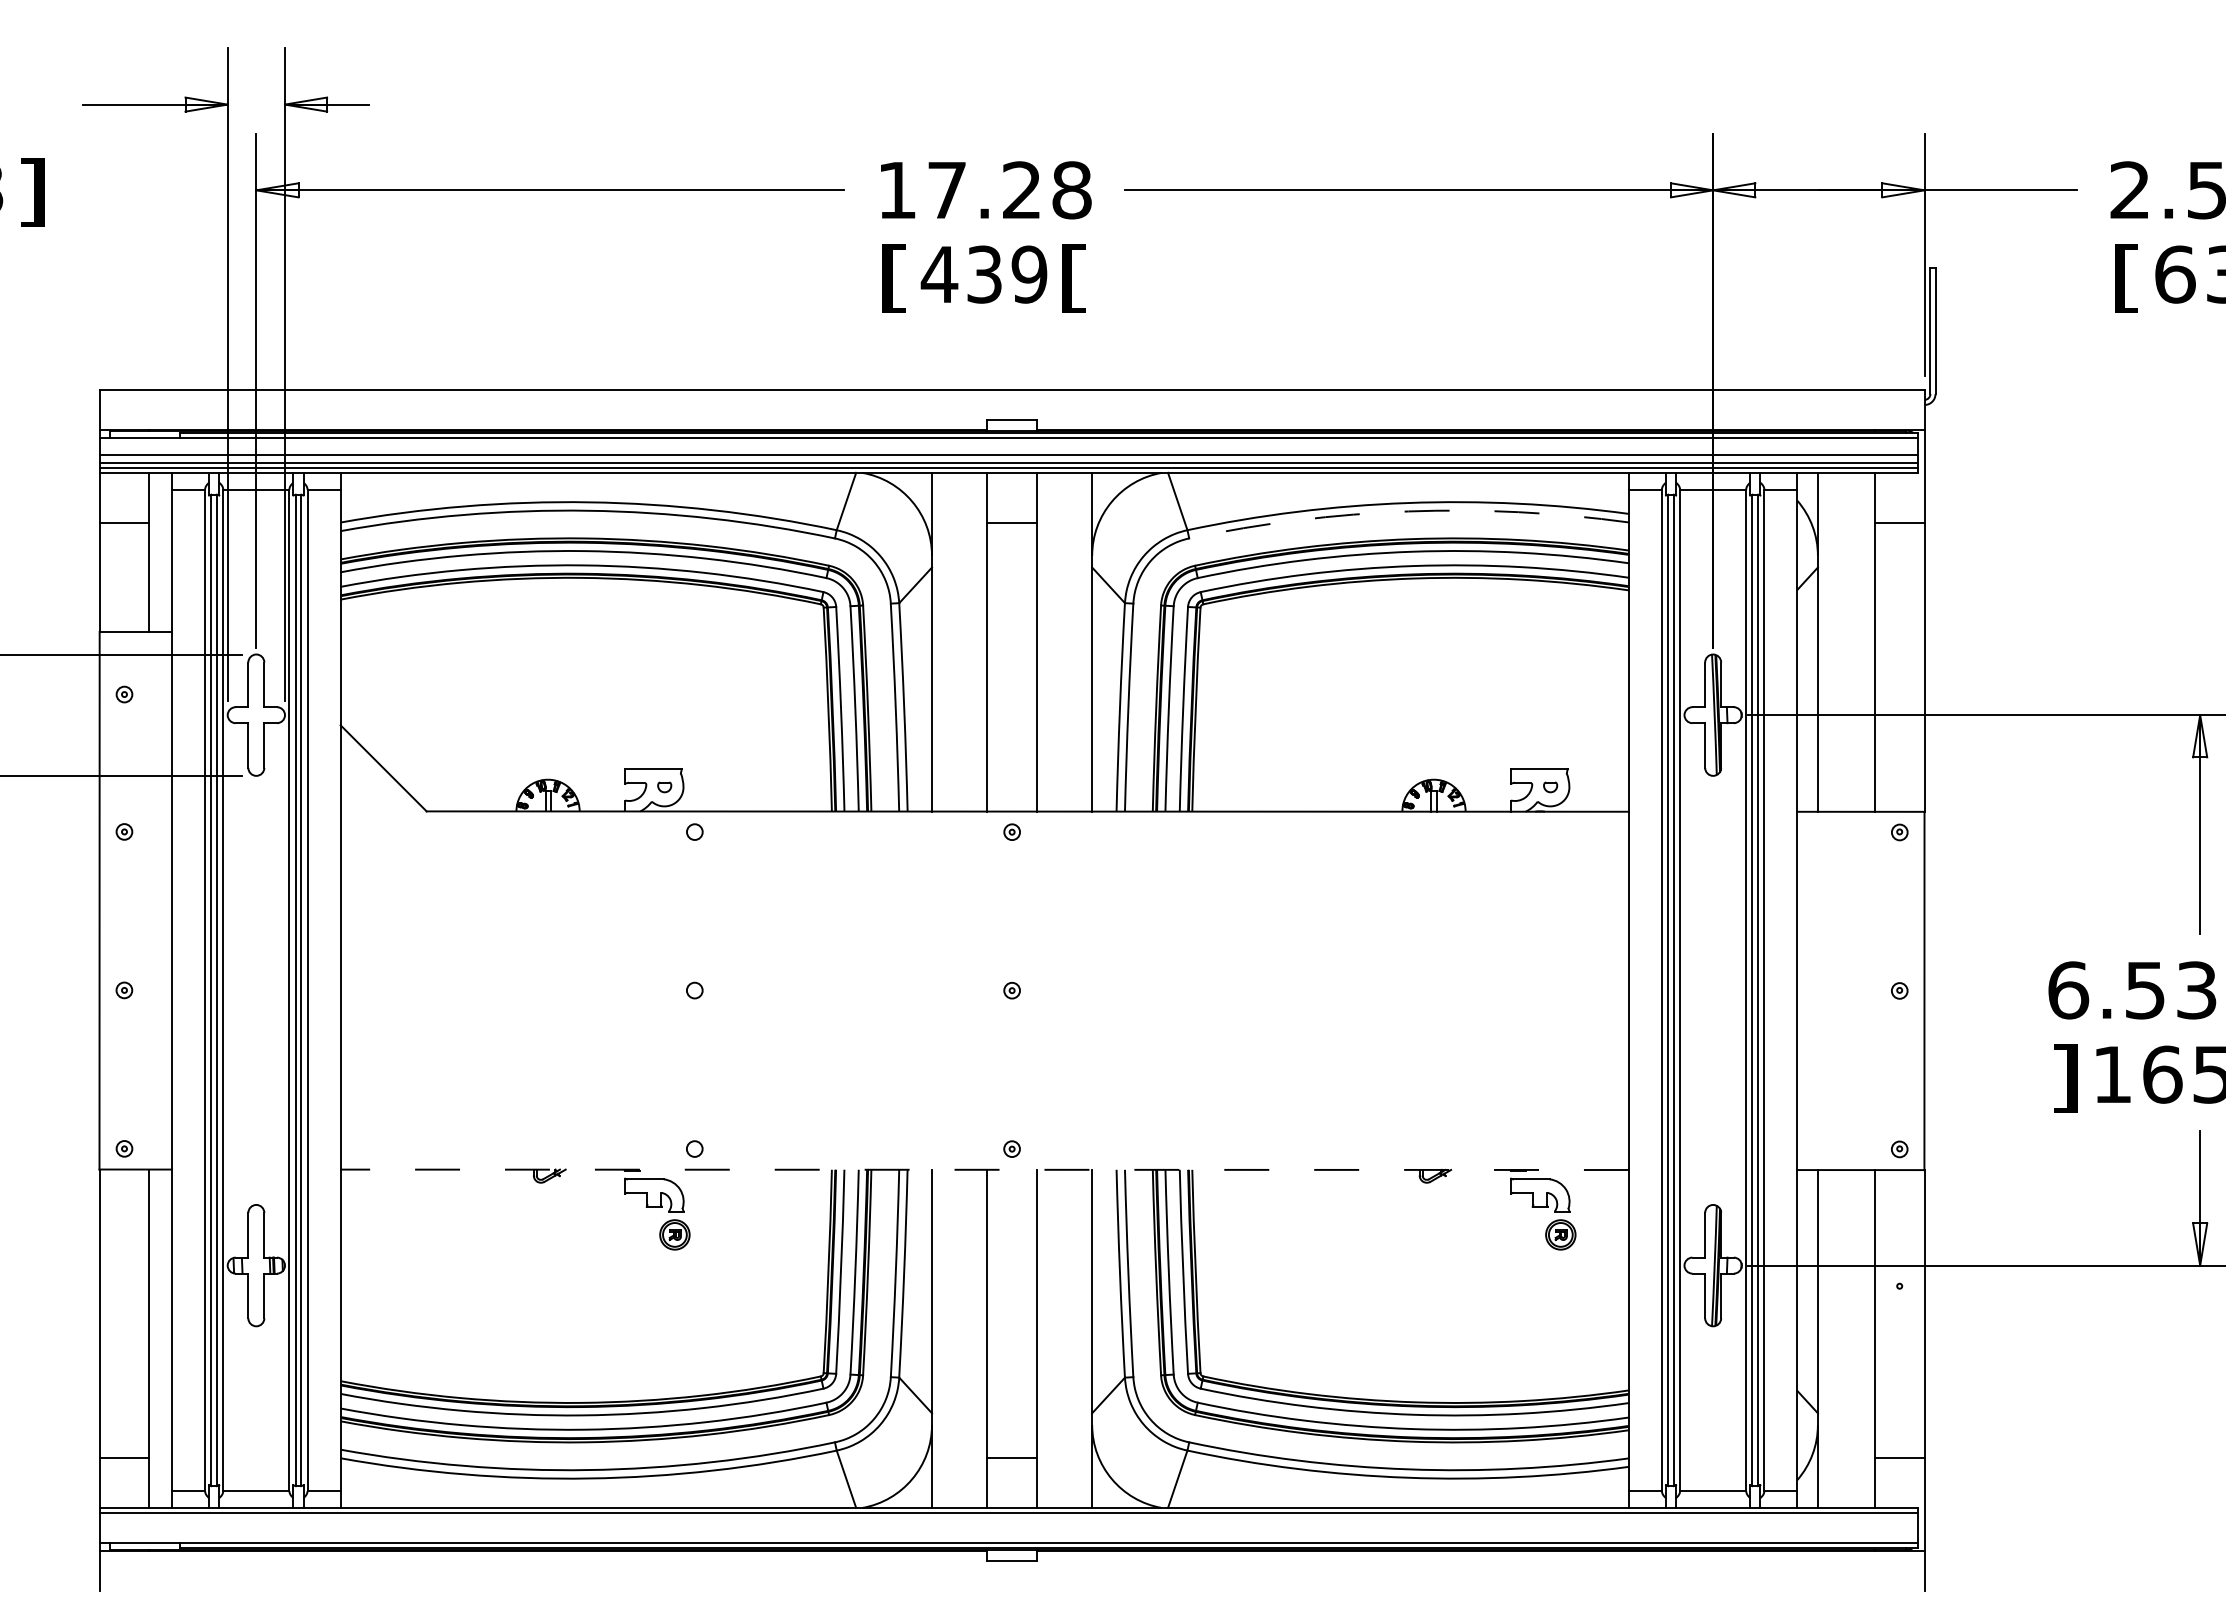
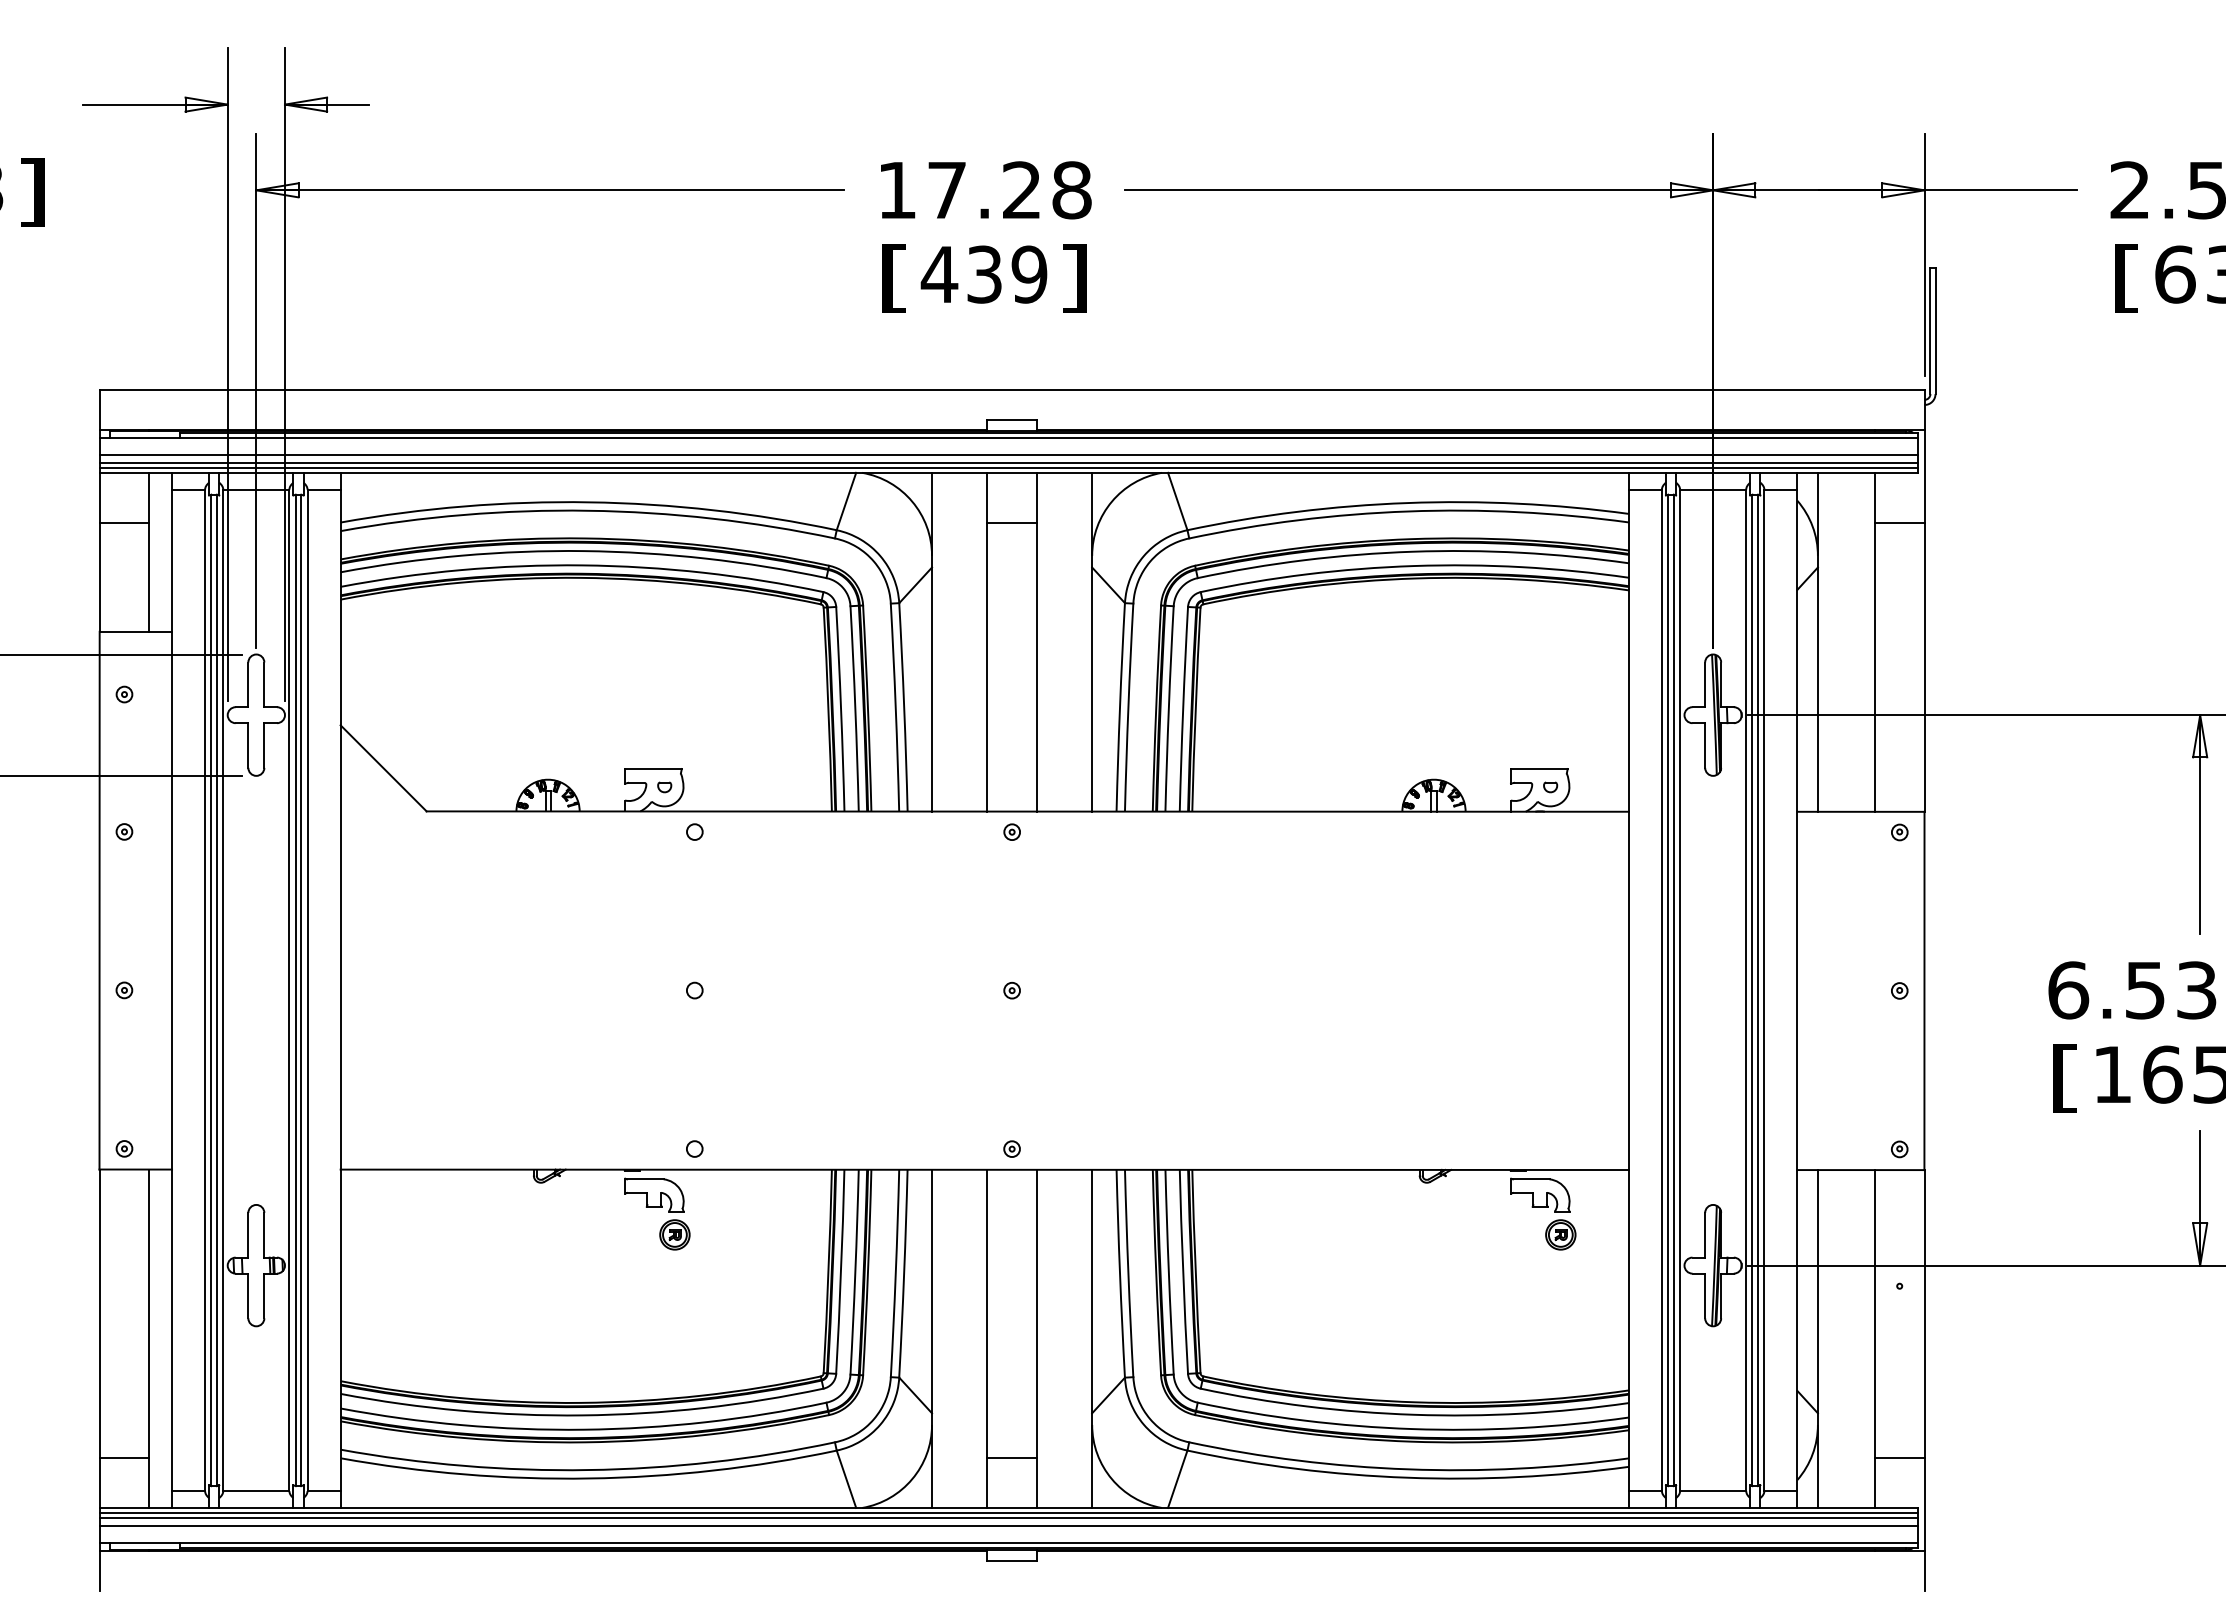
text at (1074, 278): [ -> ]
arc at (1408, 511): dashed -> solid
text at (2065, 1078): ] -> [
line at (984, 1169): dashed -> solid
line at (1008, 1518): none -> present
line at (1008, 1526): none -> present
